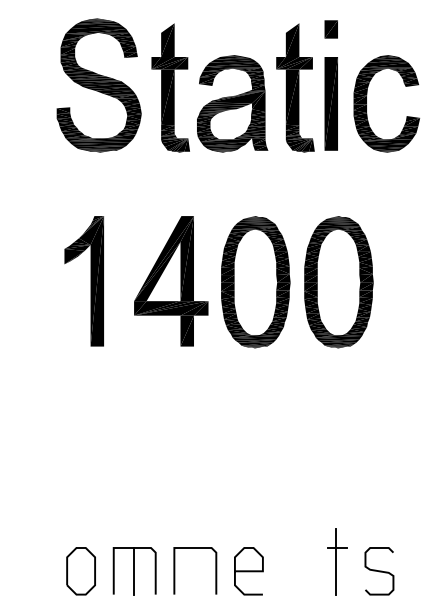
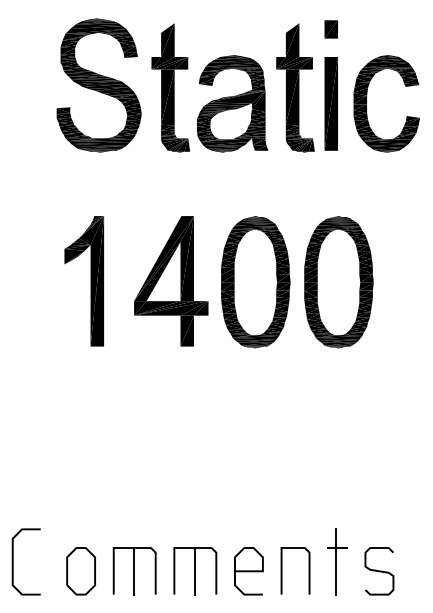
curve at (13, 561): none -> present
line at (194, 570): none -> present
line at (282, 570): none -> present
